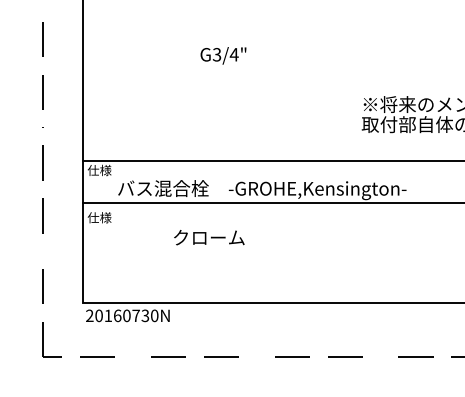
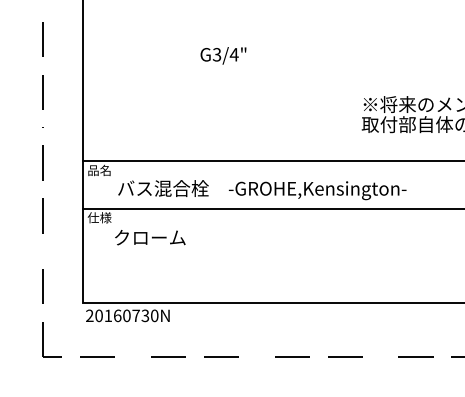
text at (99, 170): 仕様 -> 品名
line at (272, 202) position: (272, 202) -> (272, 208)
text at (209, 237) position: (209, 237) -> (150, 237)
